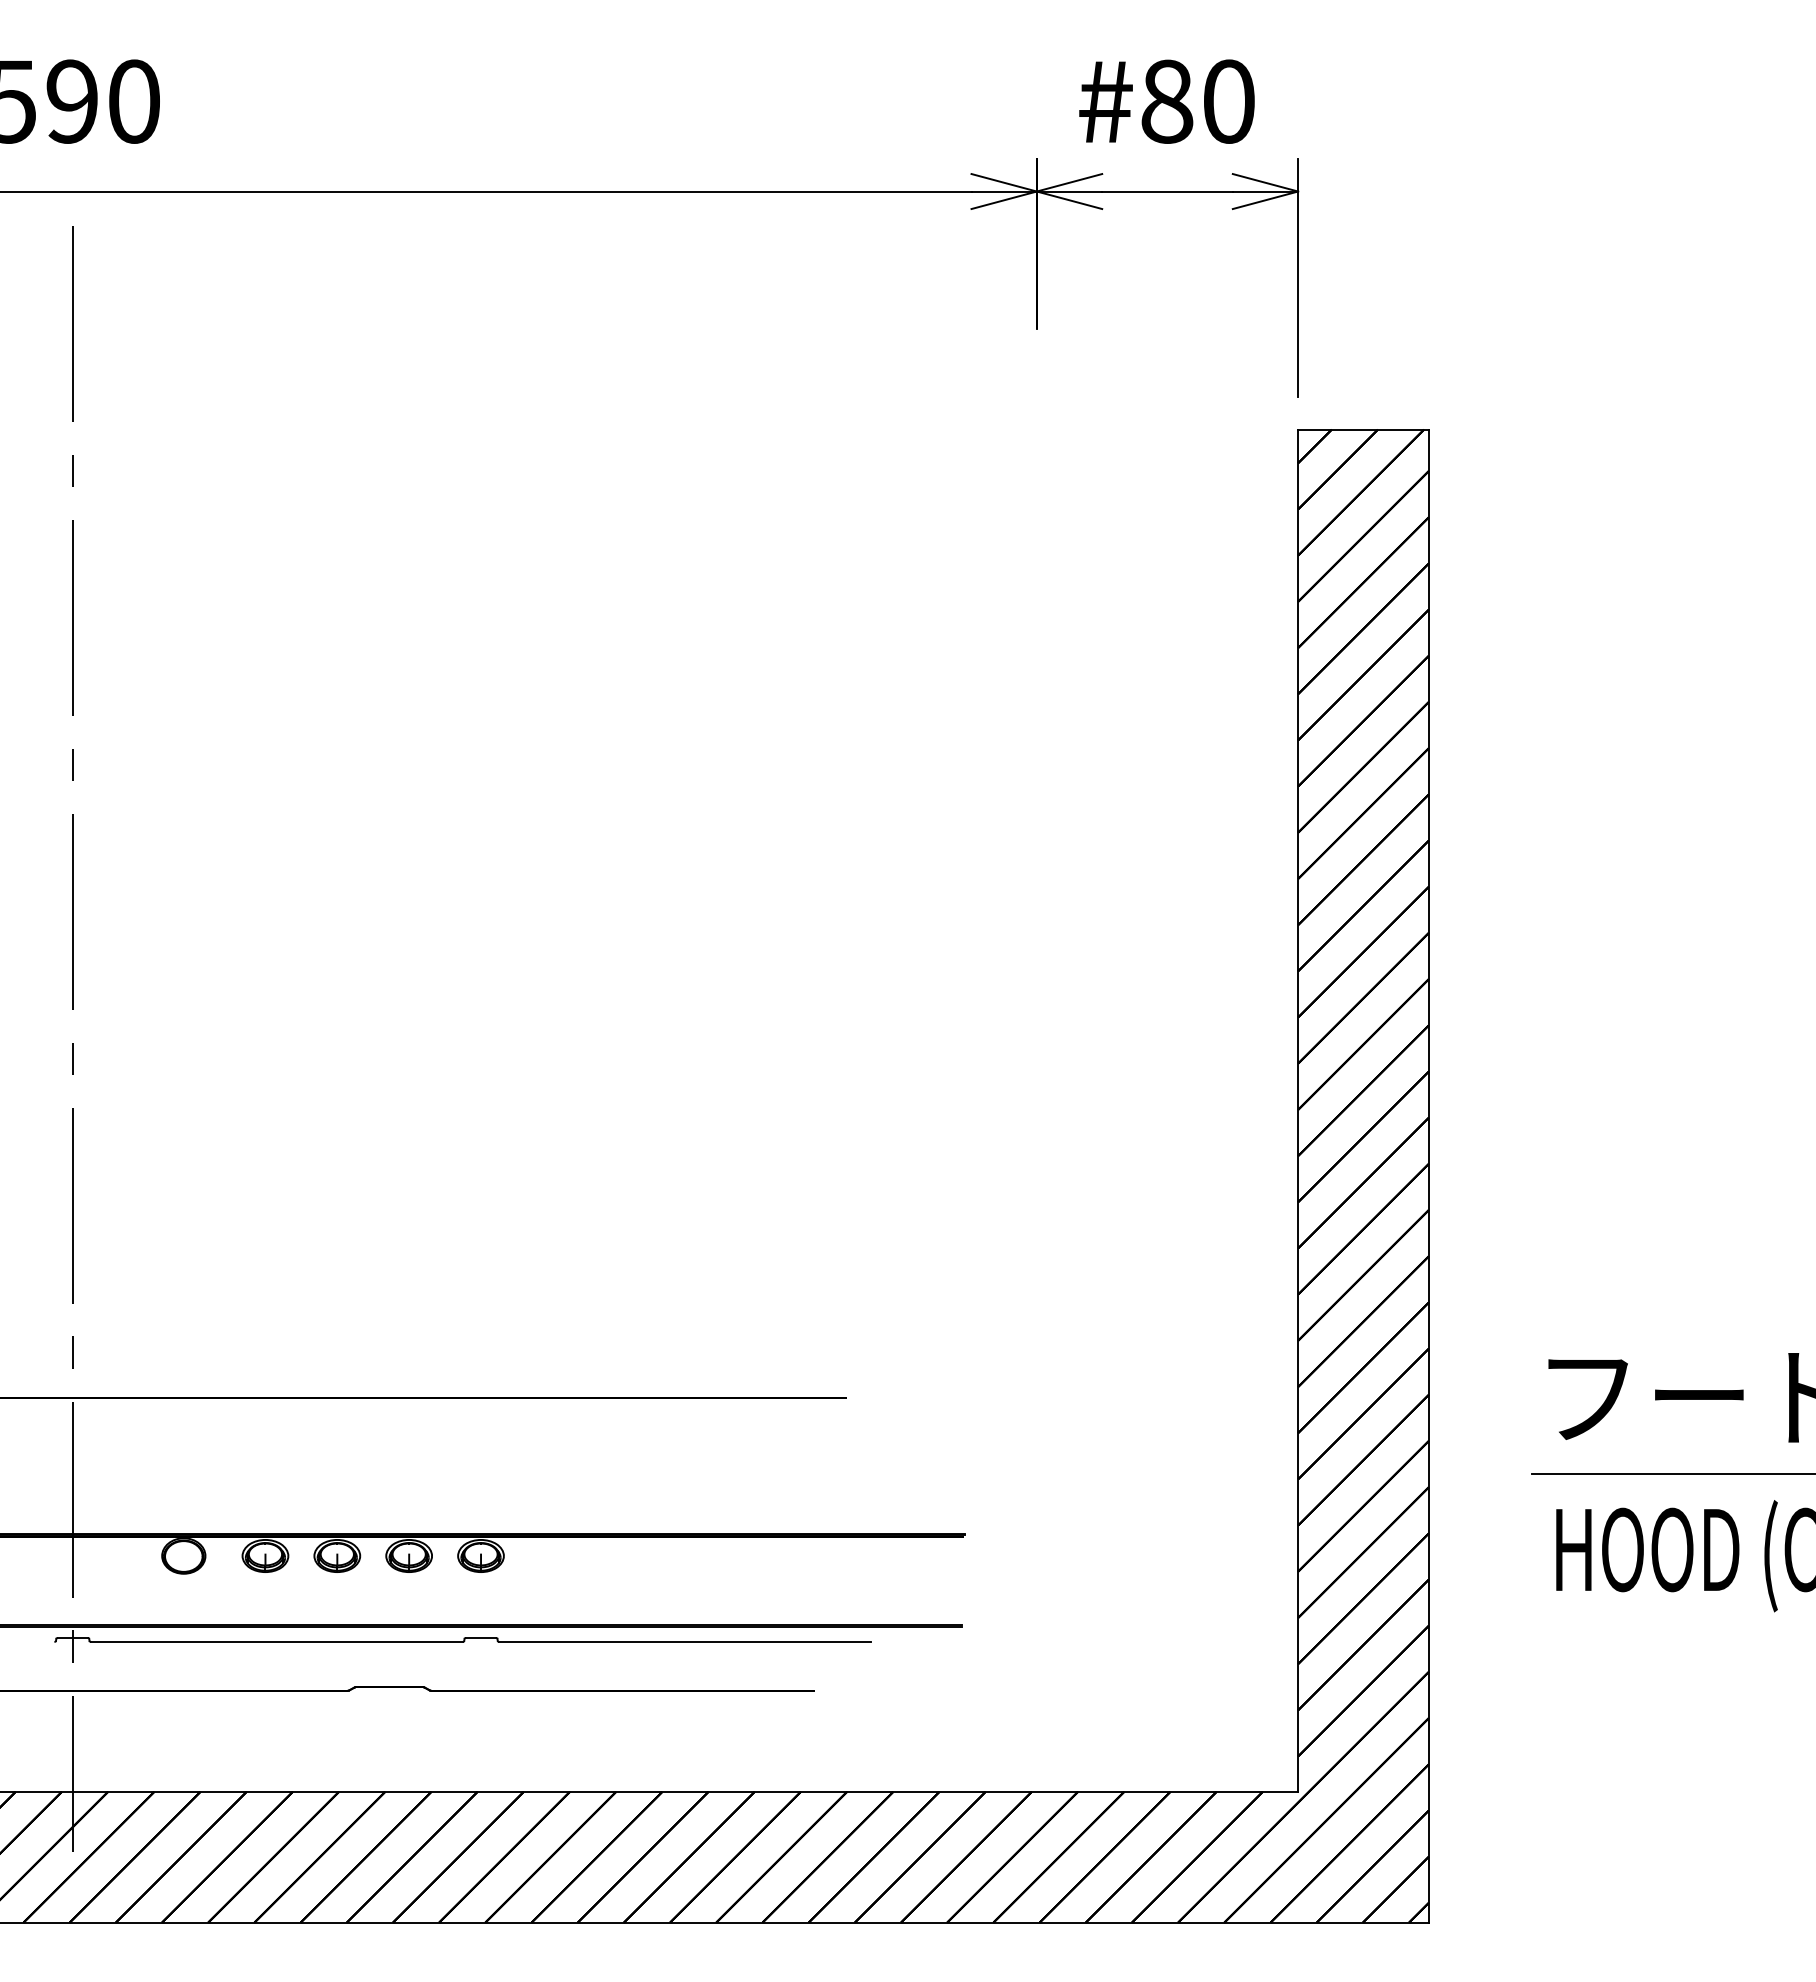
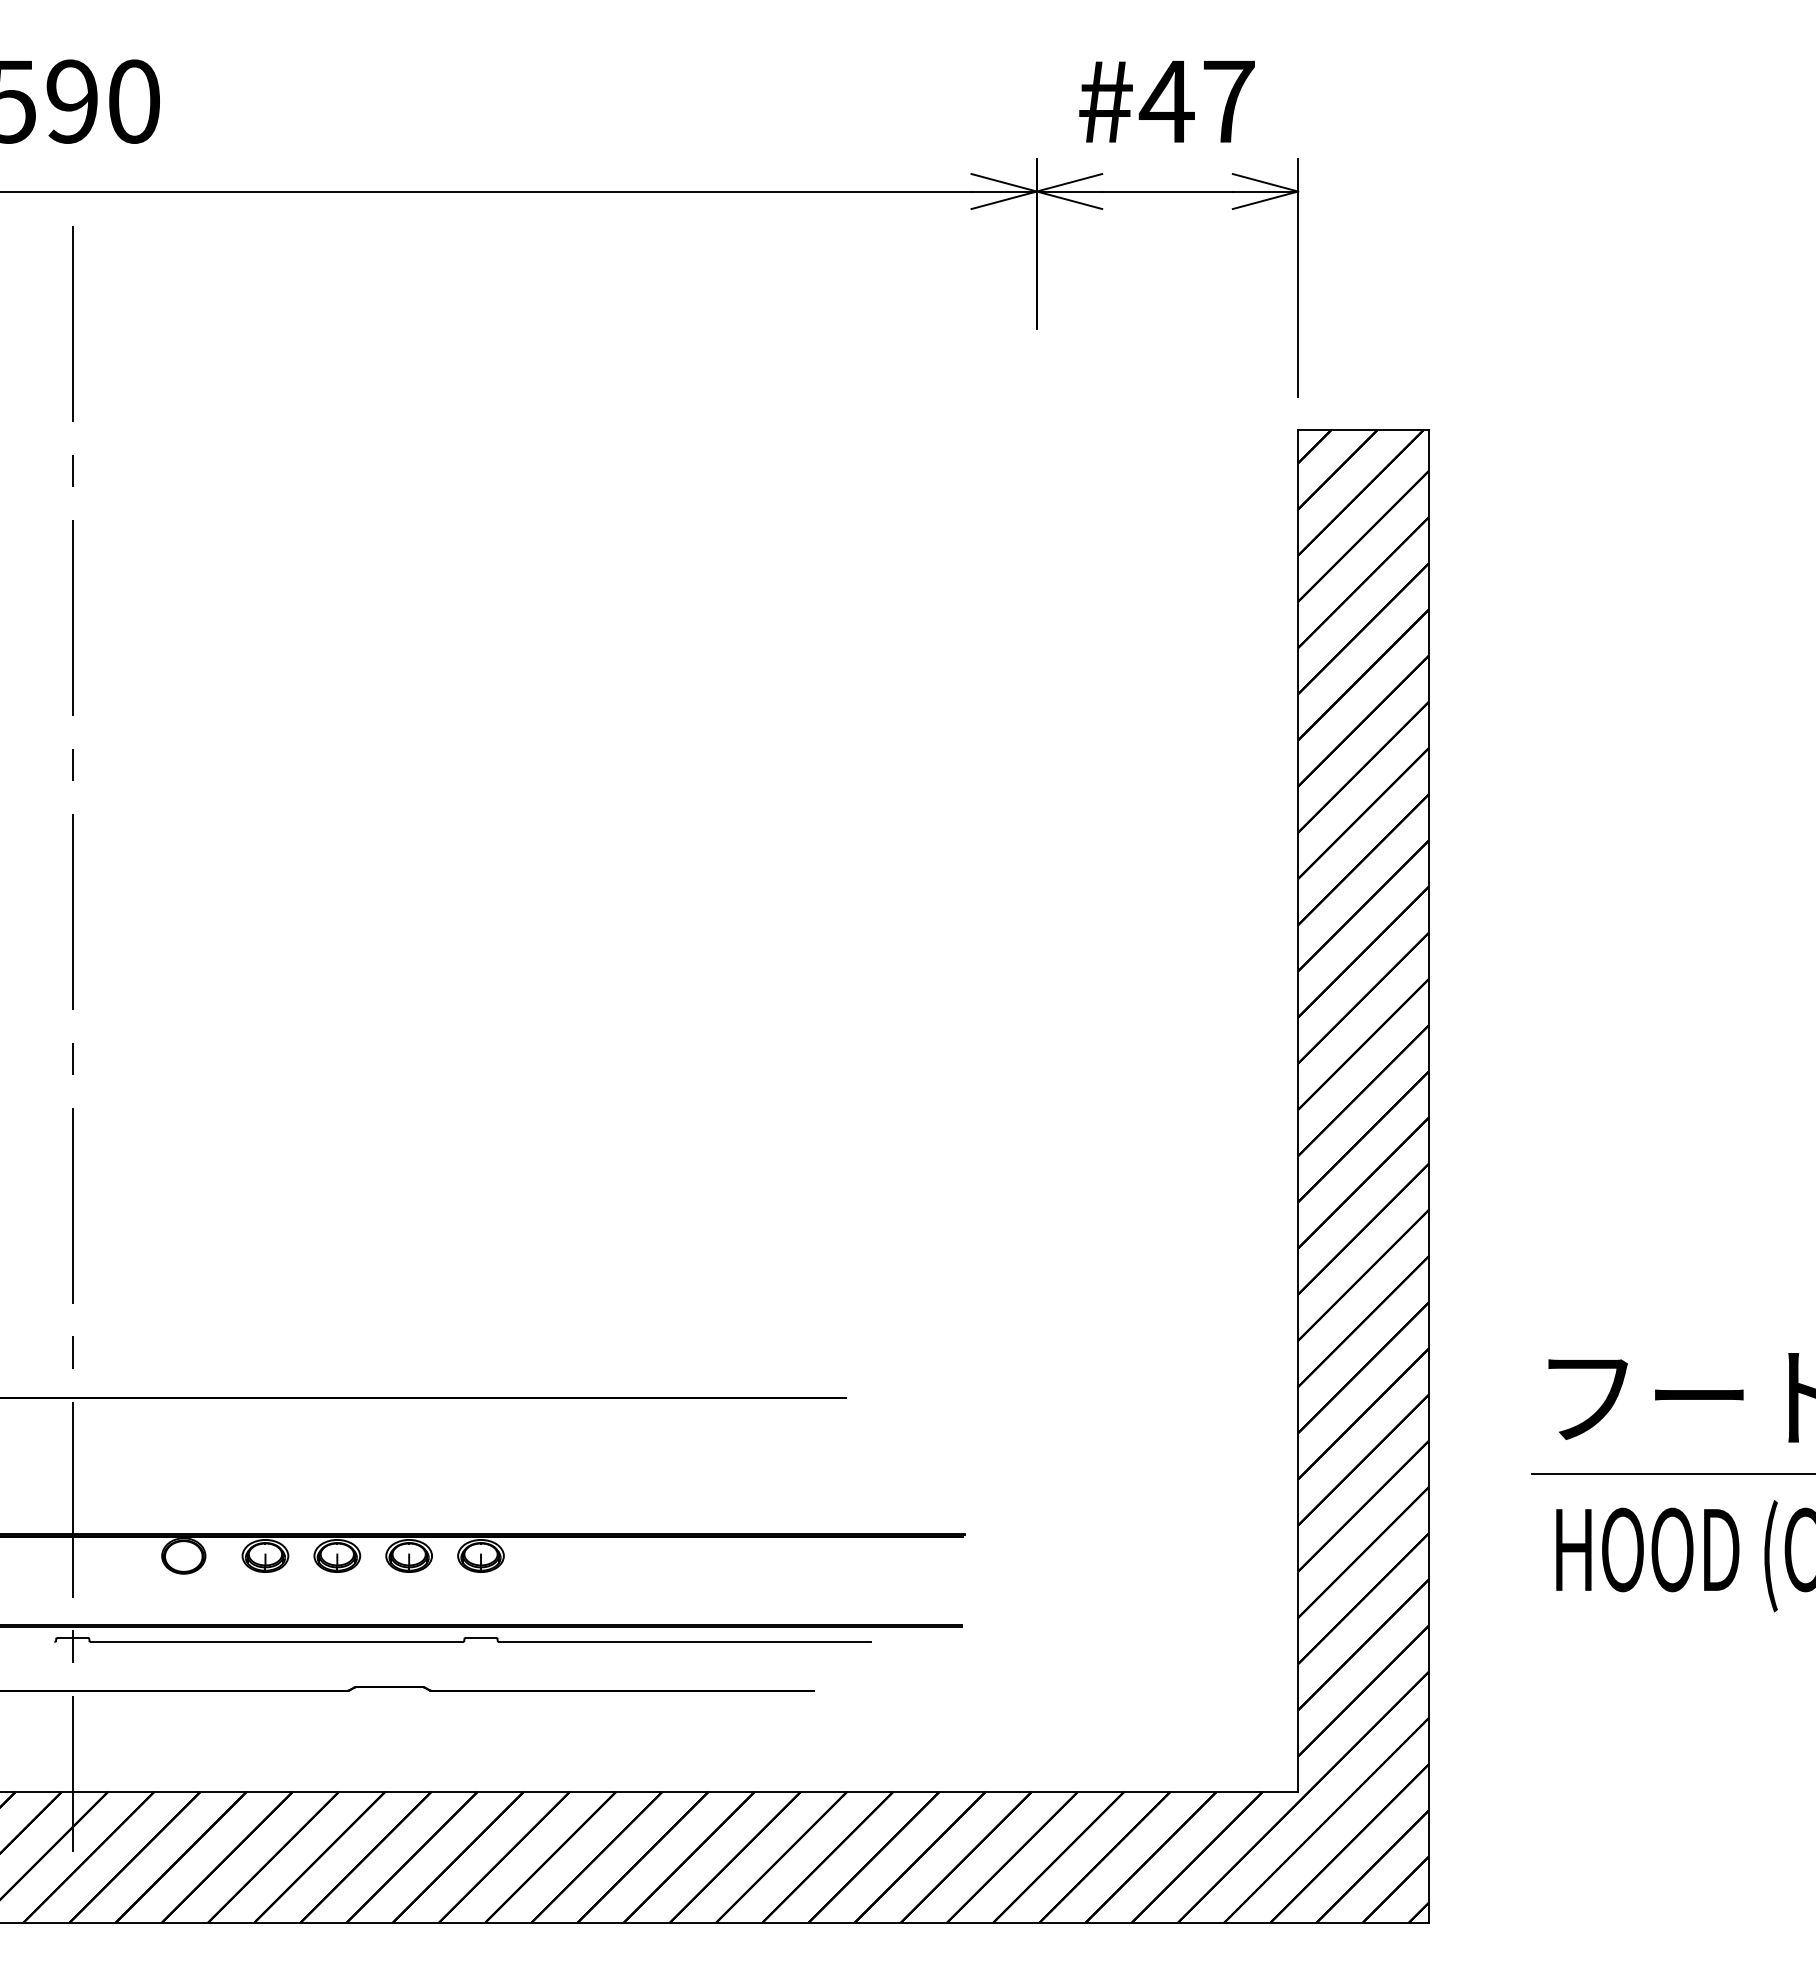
text at (1196, 101): #80 -> #47
